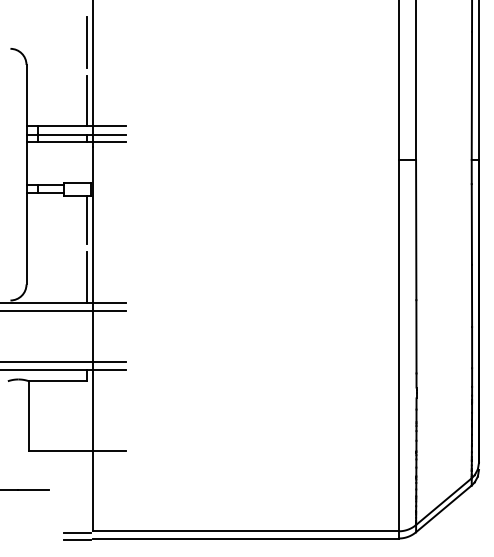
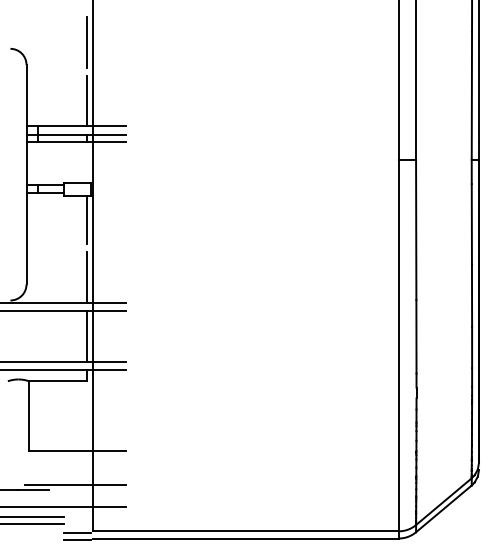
line at (86, 336): none -> present
line at (75, 485): none -> present
line at (63, 506): none -> present
line at (33, 517): none -> present
line at (33, 524): none -> present
